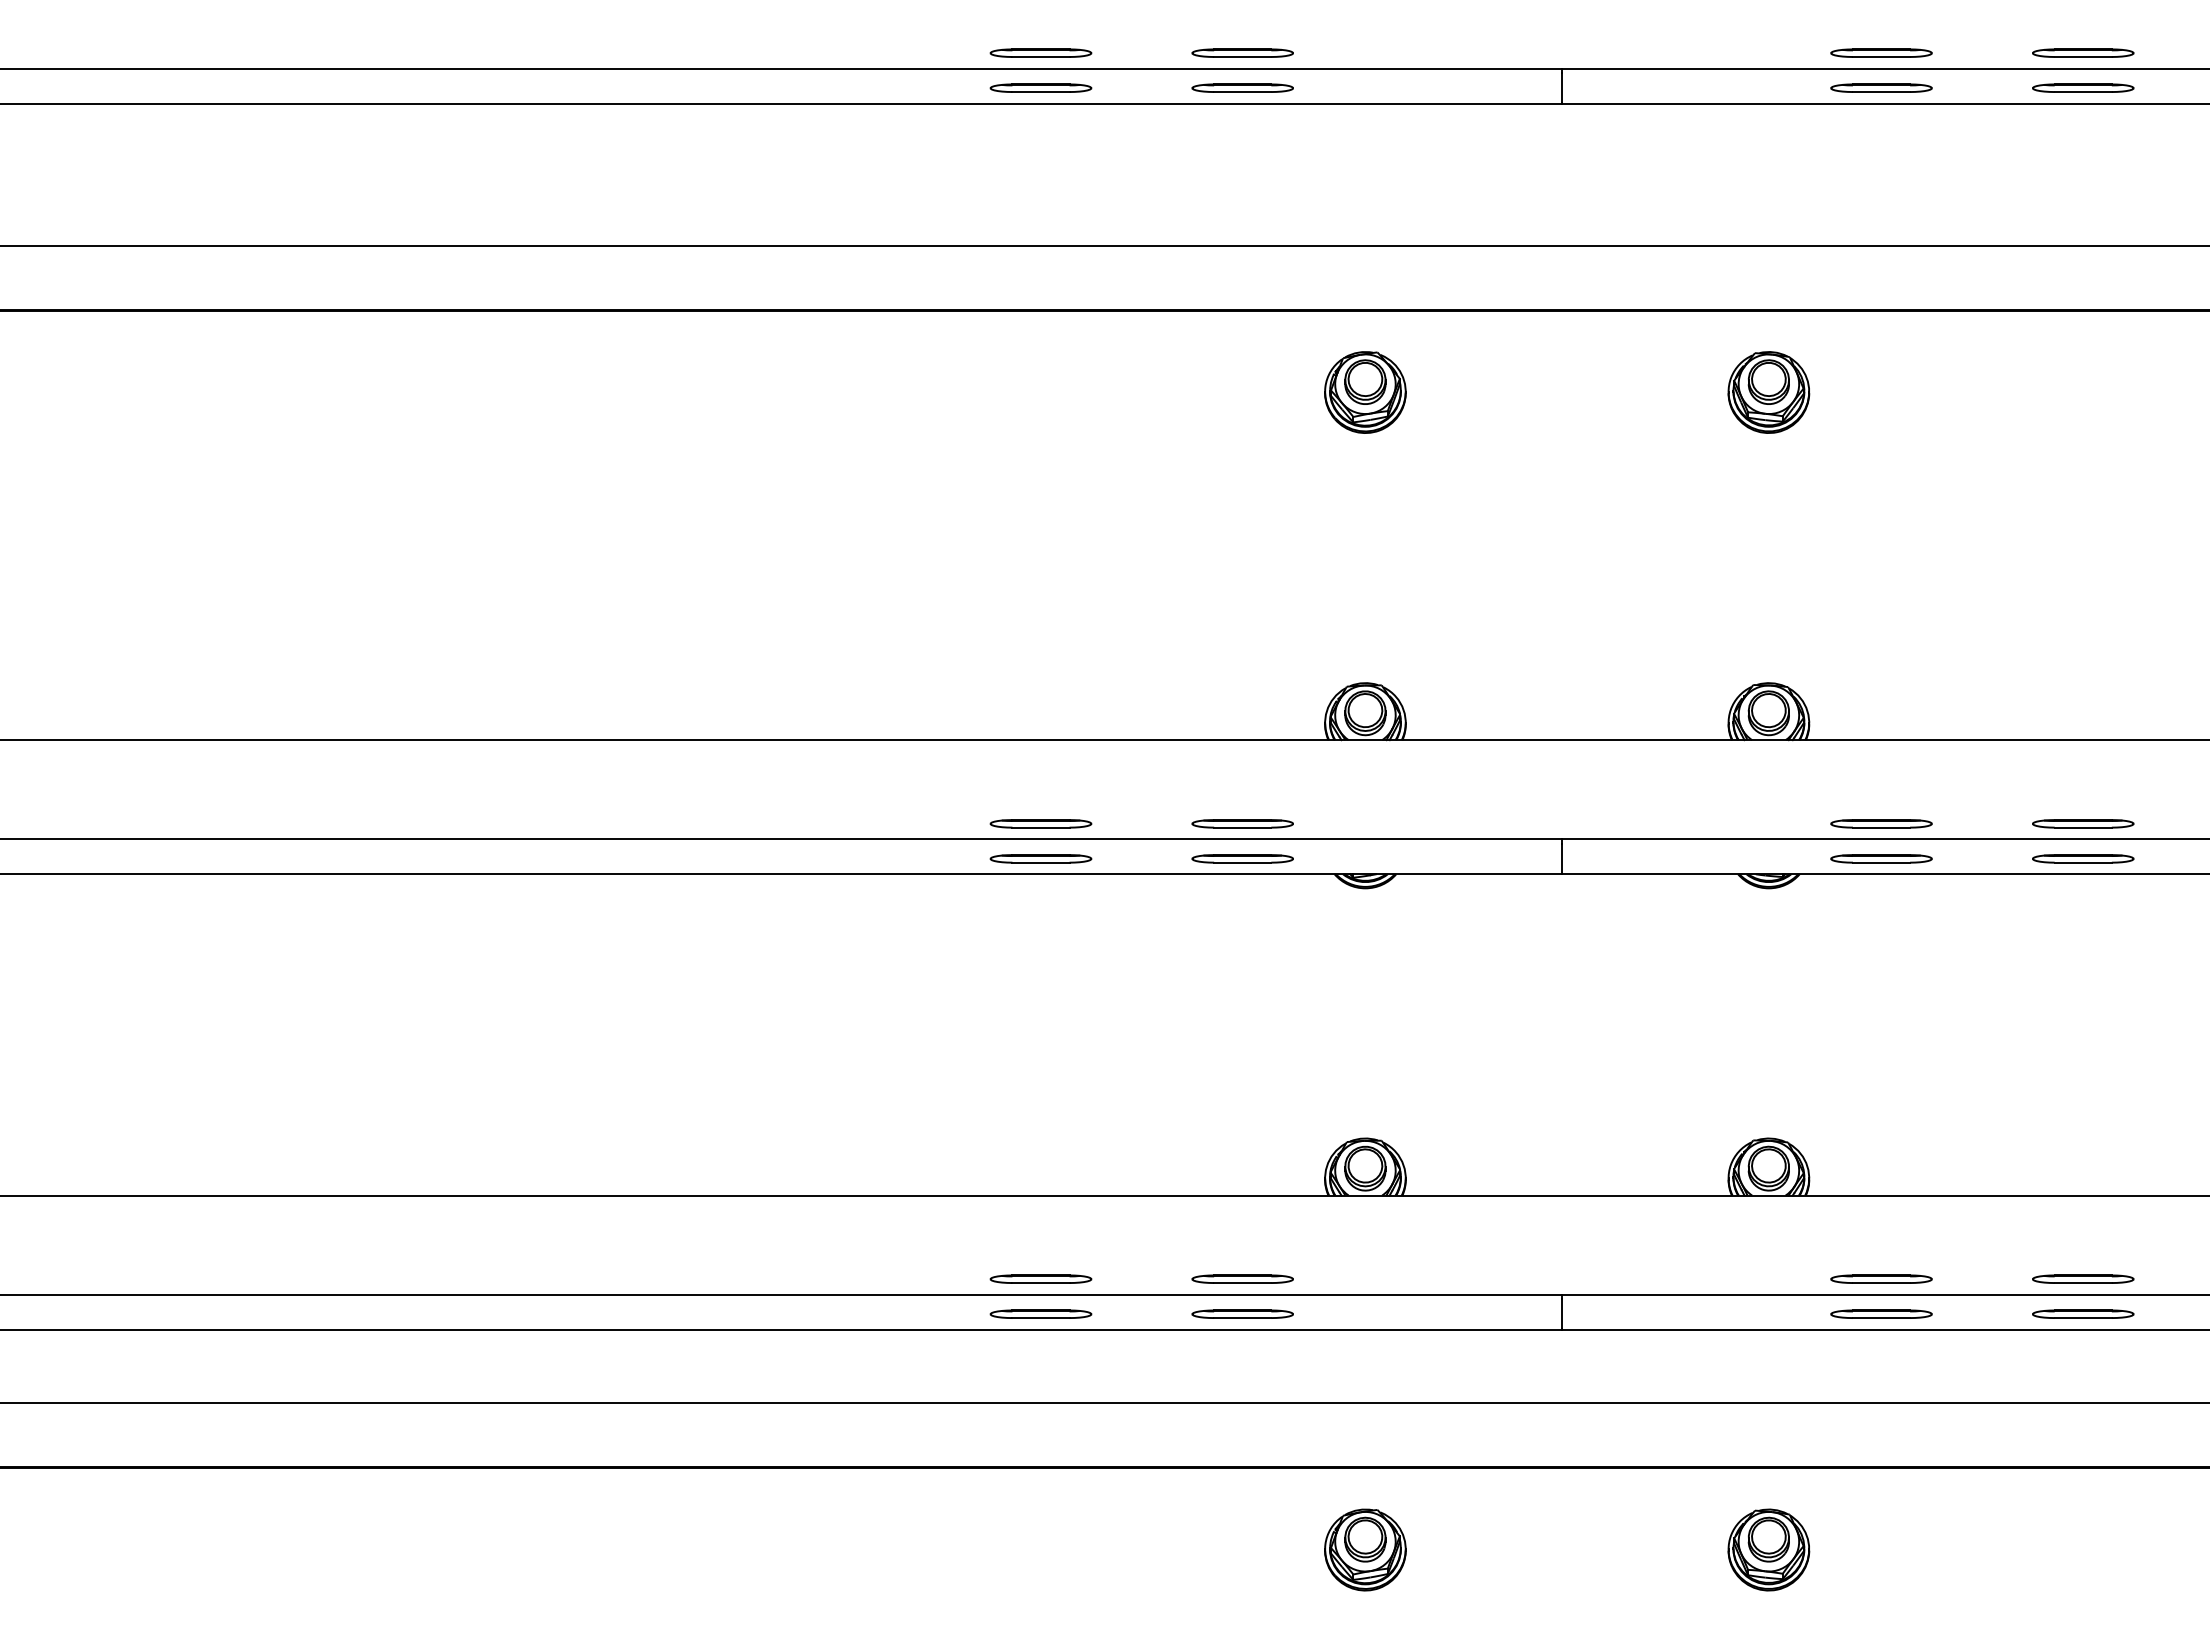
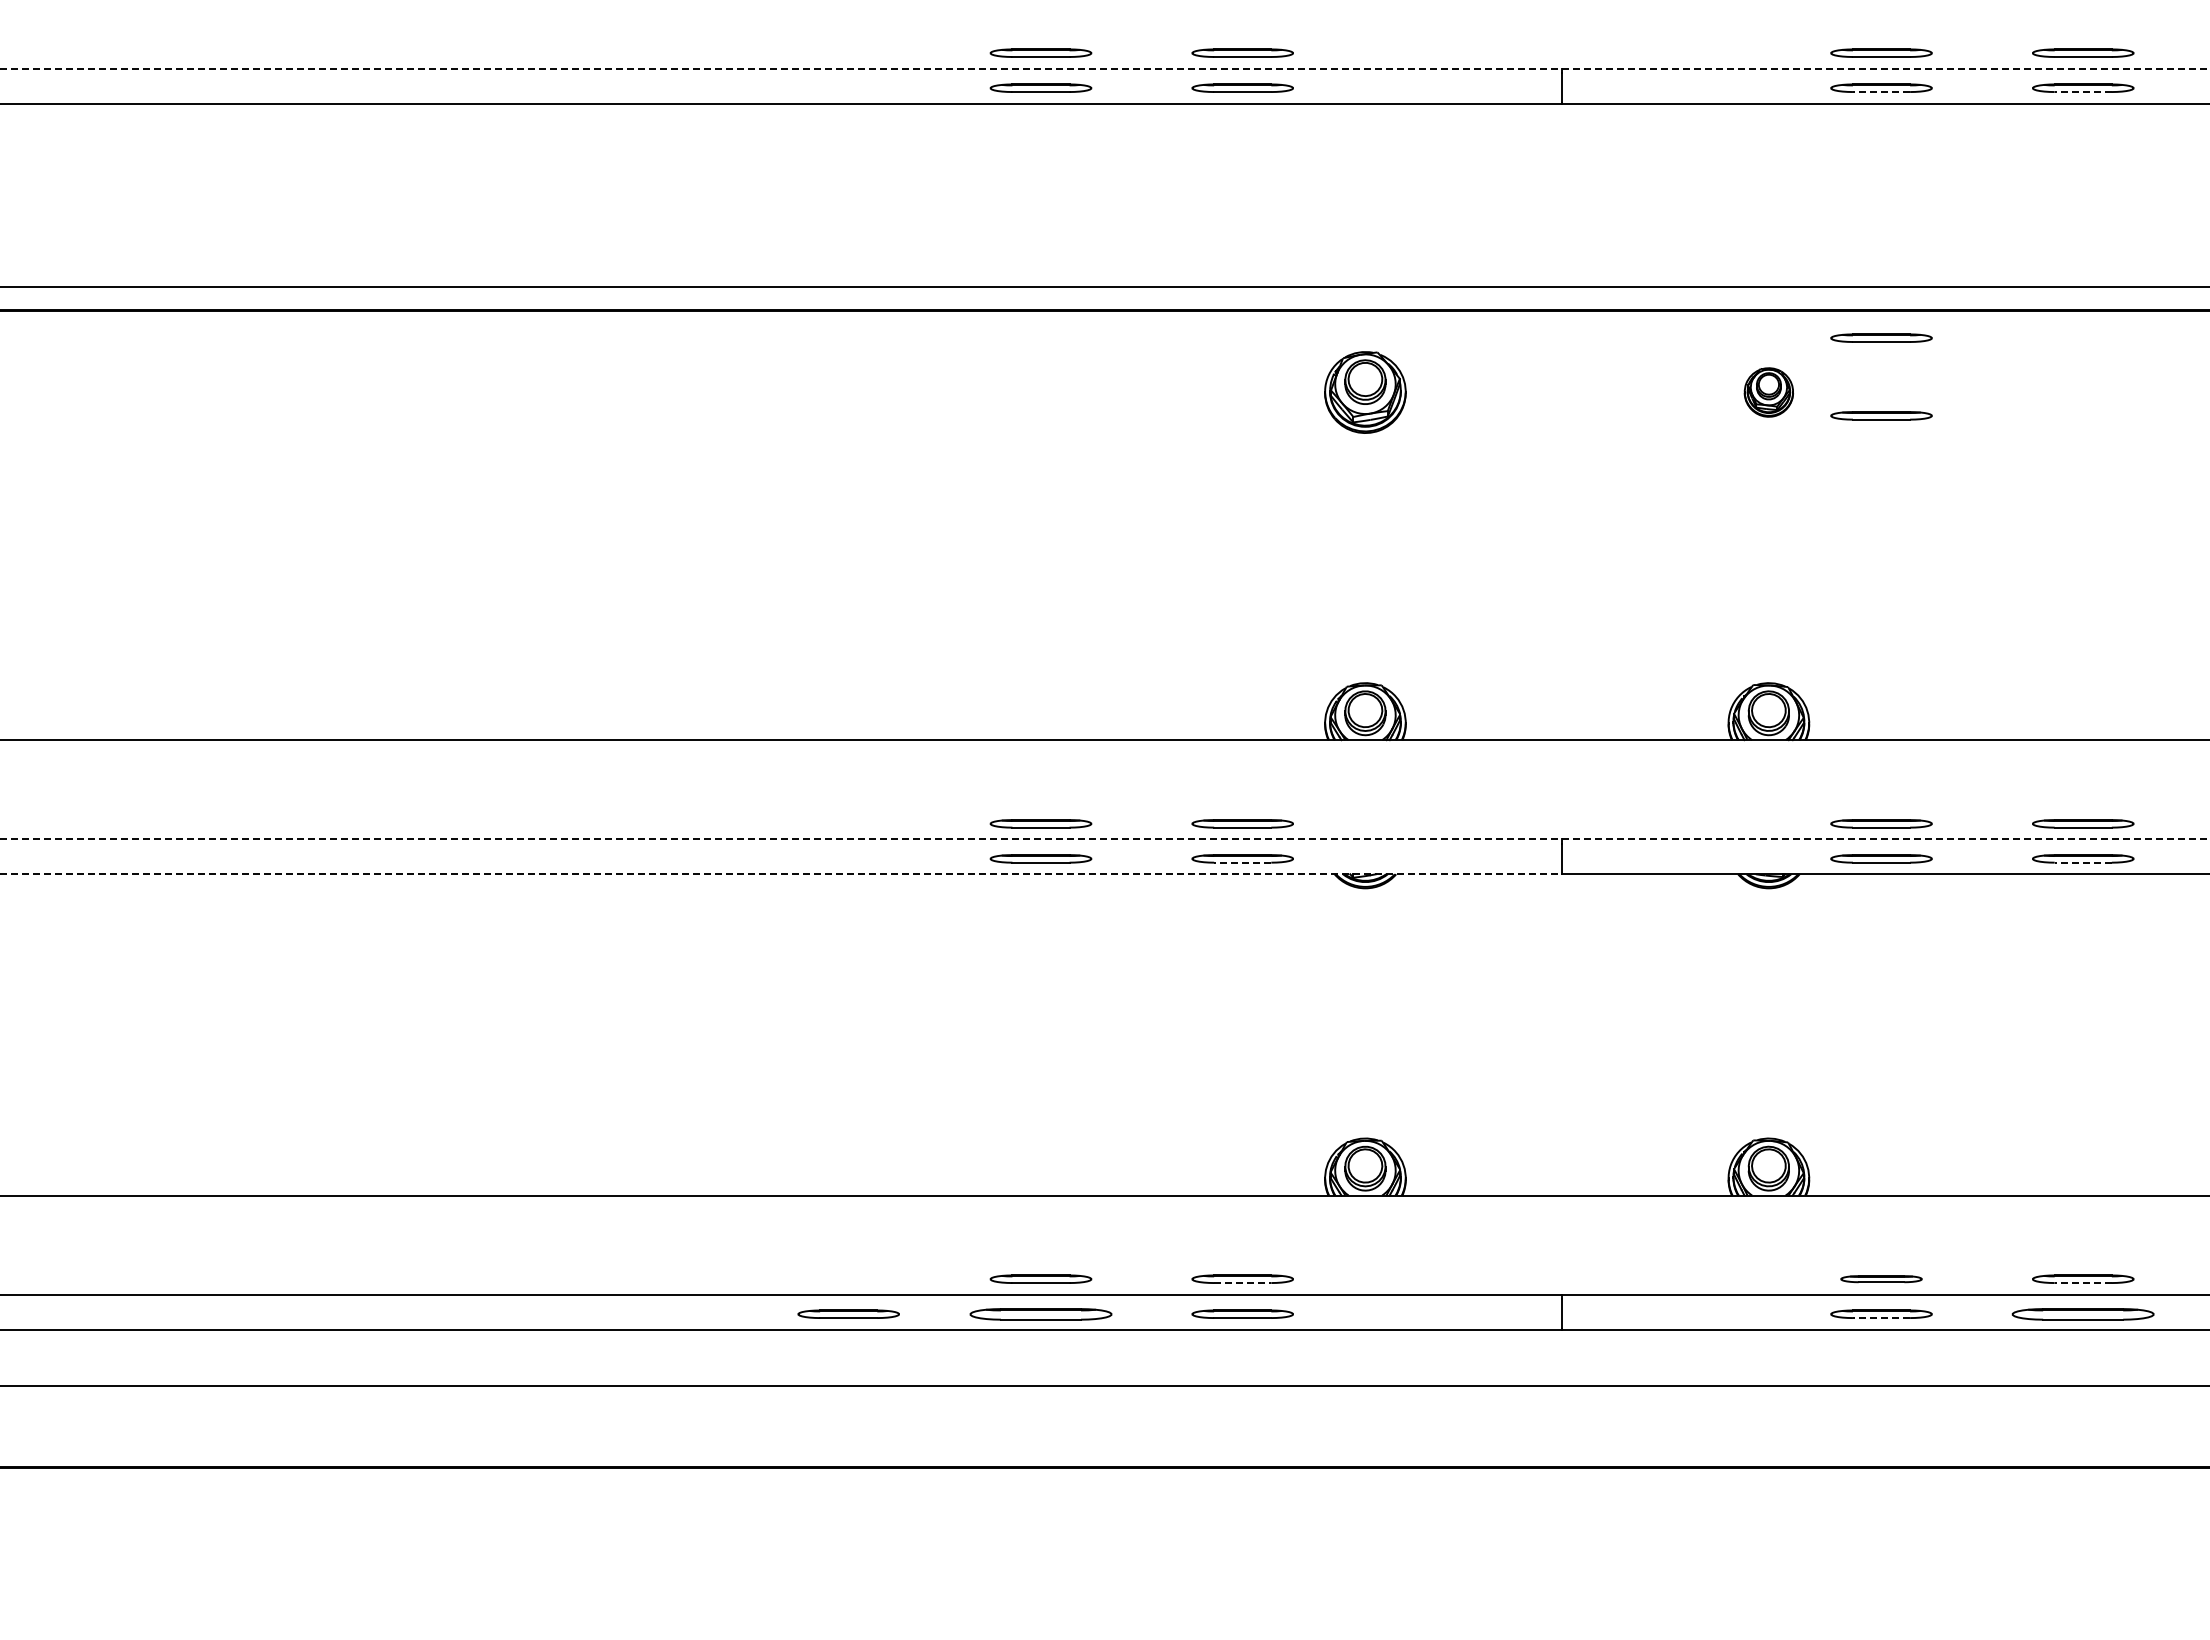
line at (1105, 68): solid -> dashed
line at (1881, 92): solid -> dashed
line at (2083, 92): solid -> dashed
line at (1104, 245) position: (1104, 245) -> (1104, 286)
part at (1881, 337): none -> present
part at (1768, 392) size: 84x83 px -> 51x51 px
part at (1881, 415): none -> present
line at (1105, 839): solid -> dashed
line at (1242, 862): solid -> dashed
line at (2083, 862): solid -> dashed
line at (781, 874): solid -> dashed
part at (1881, 1278) size: 103x10 px -> 83x9 px
line at (1242, 1283): solid -> dashed
line at (2083, 1283): solid -> dashed
part at (848, 1313): none -> present
part at (1040, 1313) size: 104x10 px -> 144x13 px
part at (2083, 1313) size: 103x10 px -> 144x13 px
line at (1881, 1318): solid -> dashed
line at (1104, 1403) position: (1104, 1403) -> (1104, 1386)
part at (1365, 1549): present -> none
part at (1768, 1549): present -> none
